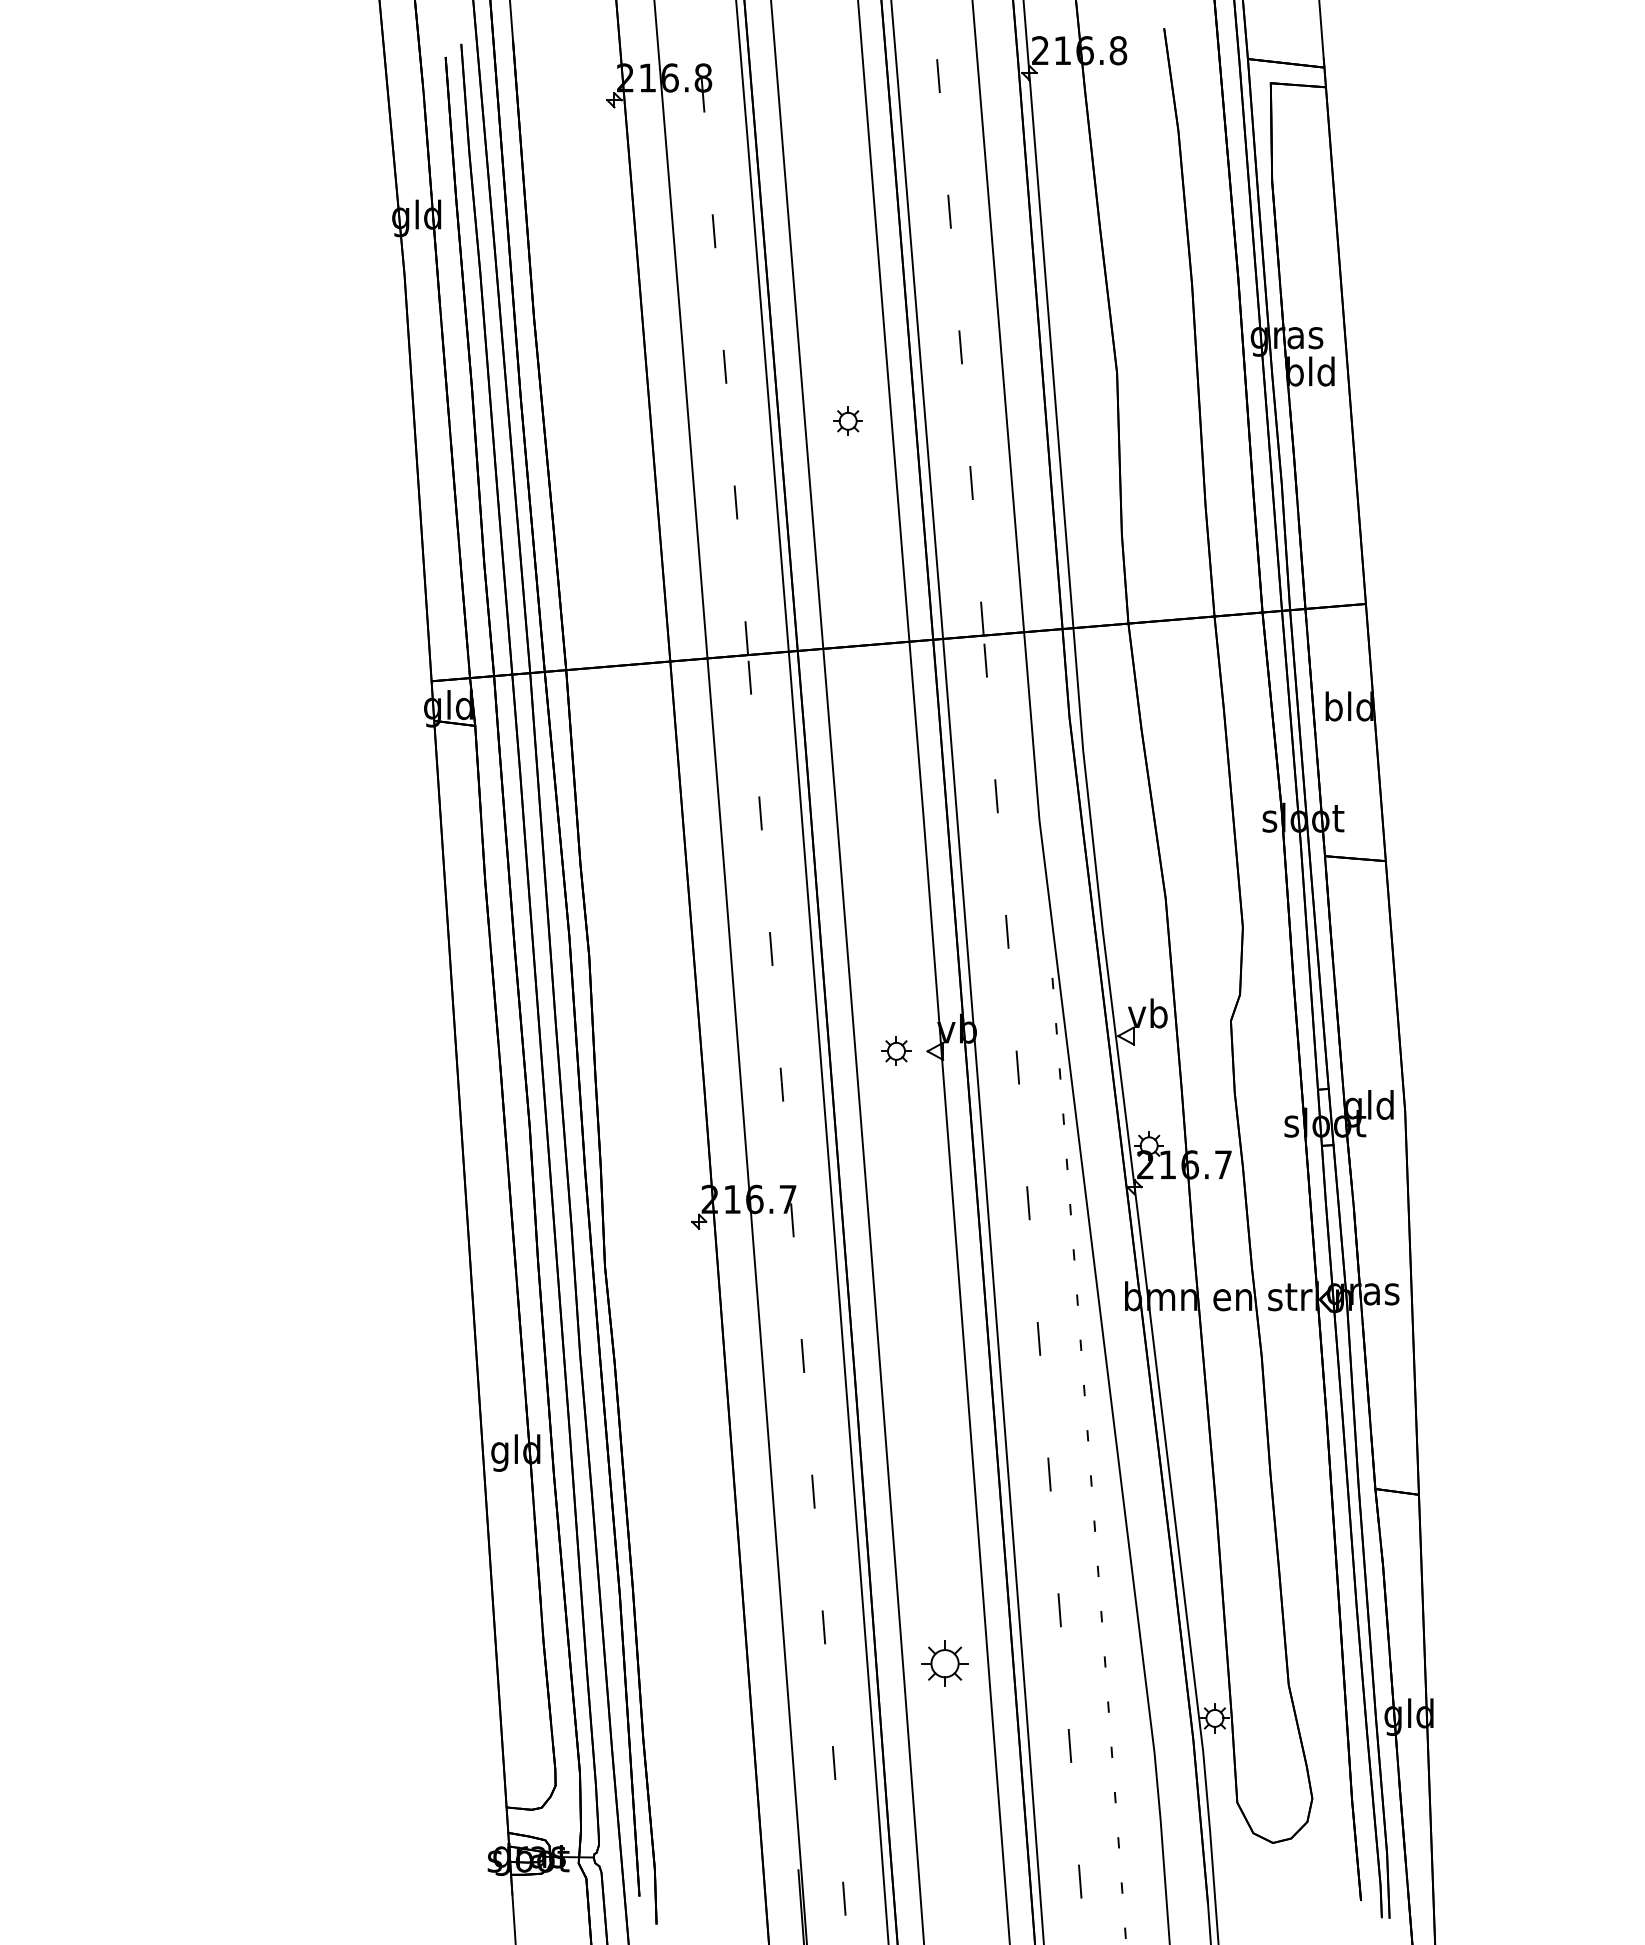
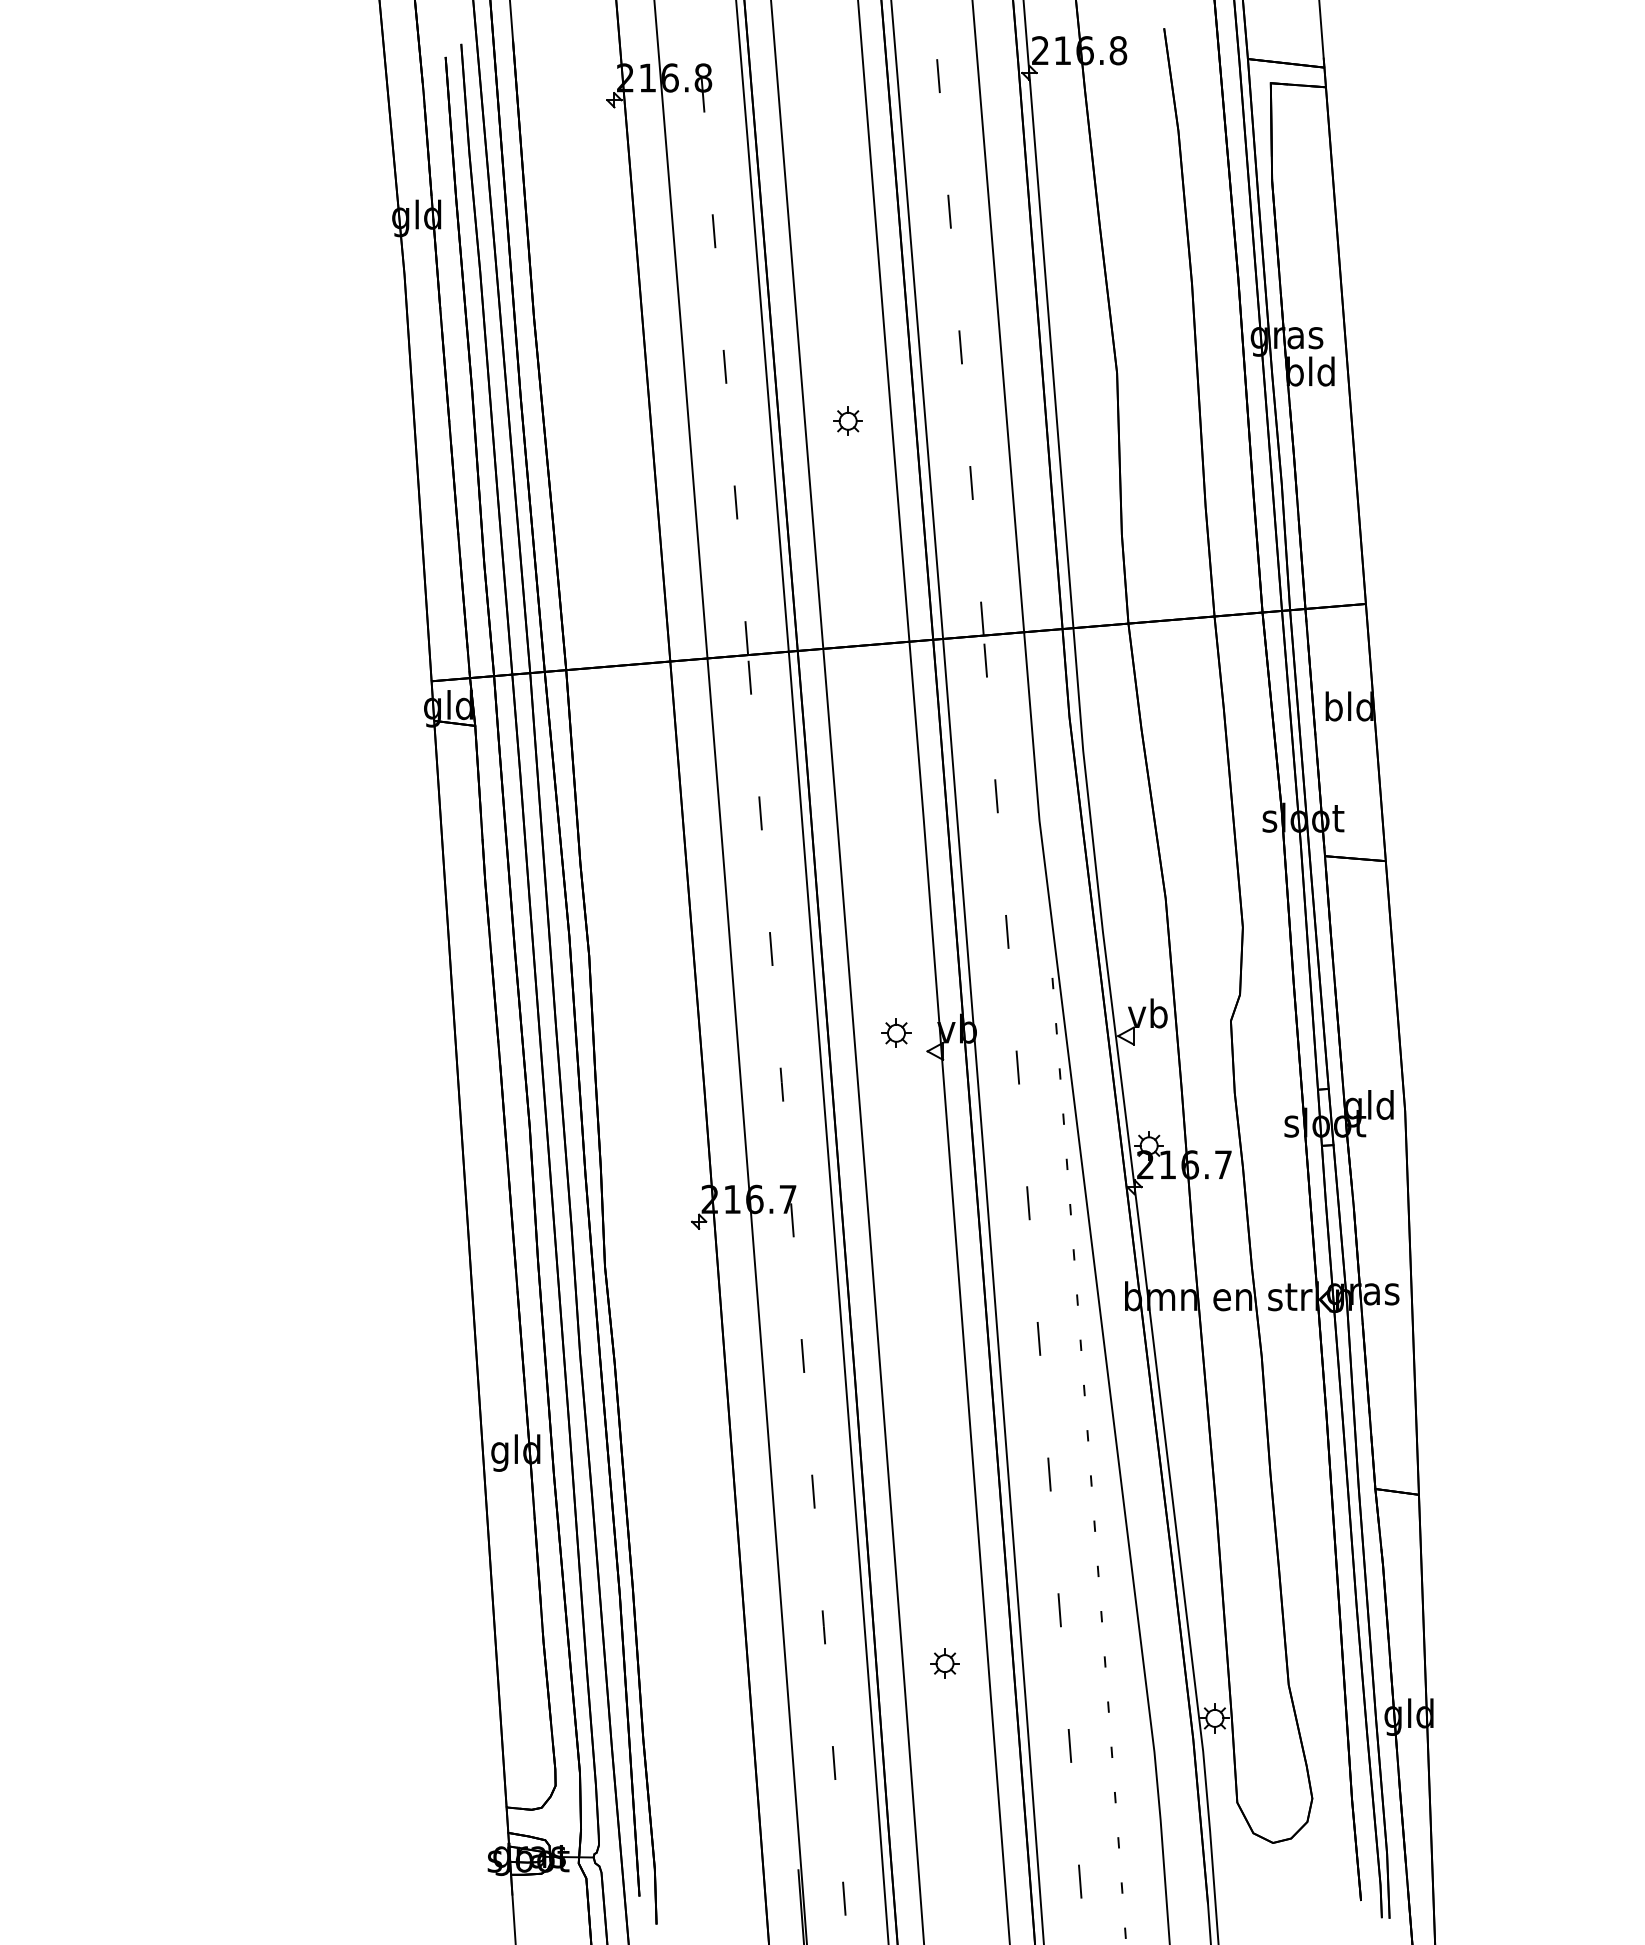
part at (896, 1050) position: (896, 1050) -> (896, 1032)
part at (944, 1663) size: 48x47 px -> 30x31 px
